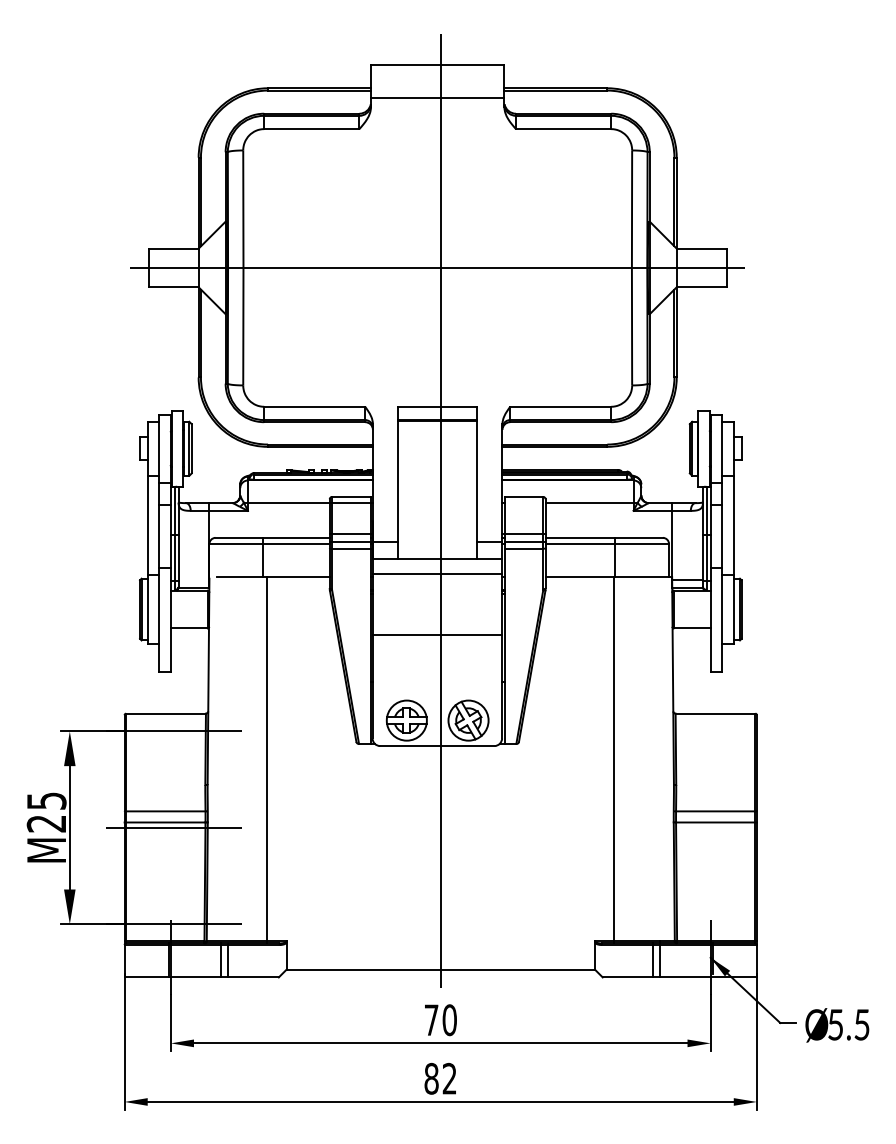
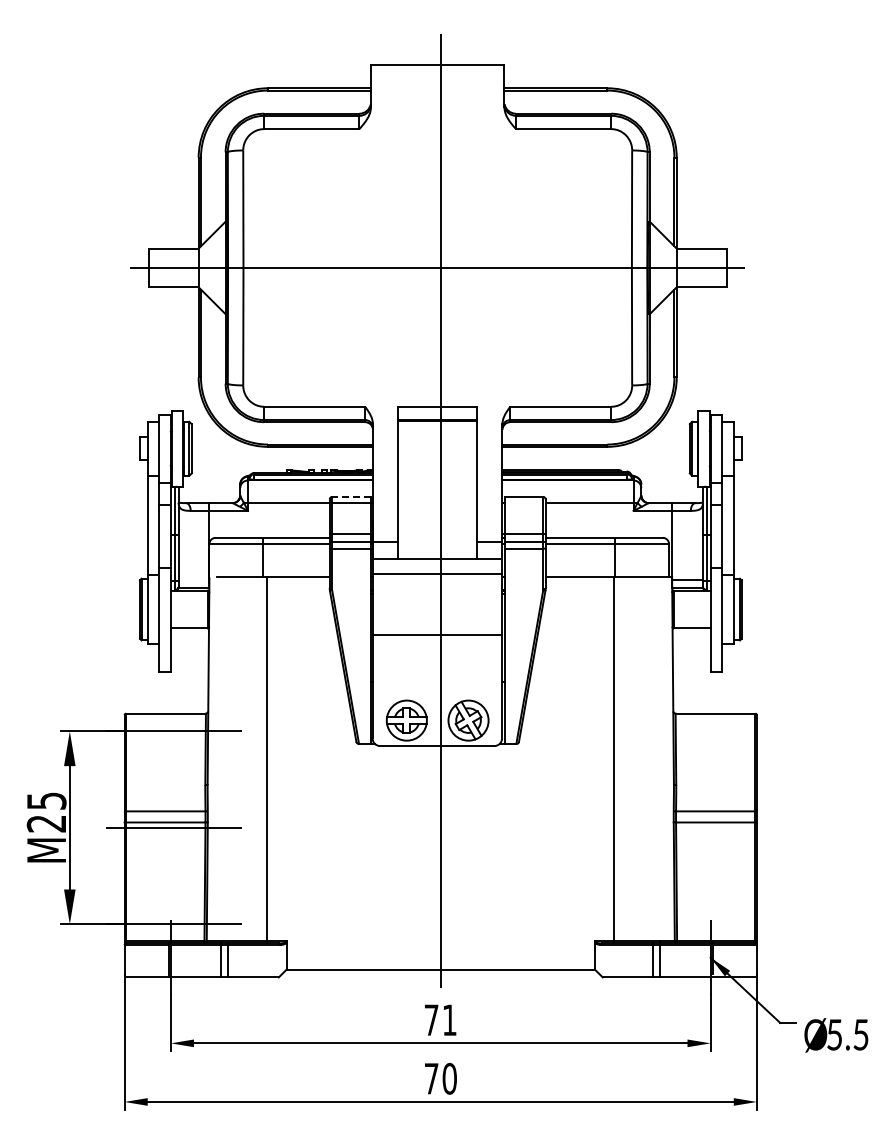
line at (437, 98): present -> none
line at (350, 496): solid -> dashed
text at (449, 1020): 70 -> 71
text at (837, 1025) position: (837, 1025) -> (836, 1035)
text at (440, 1078): 82 -> 70
